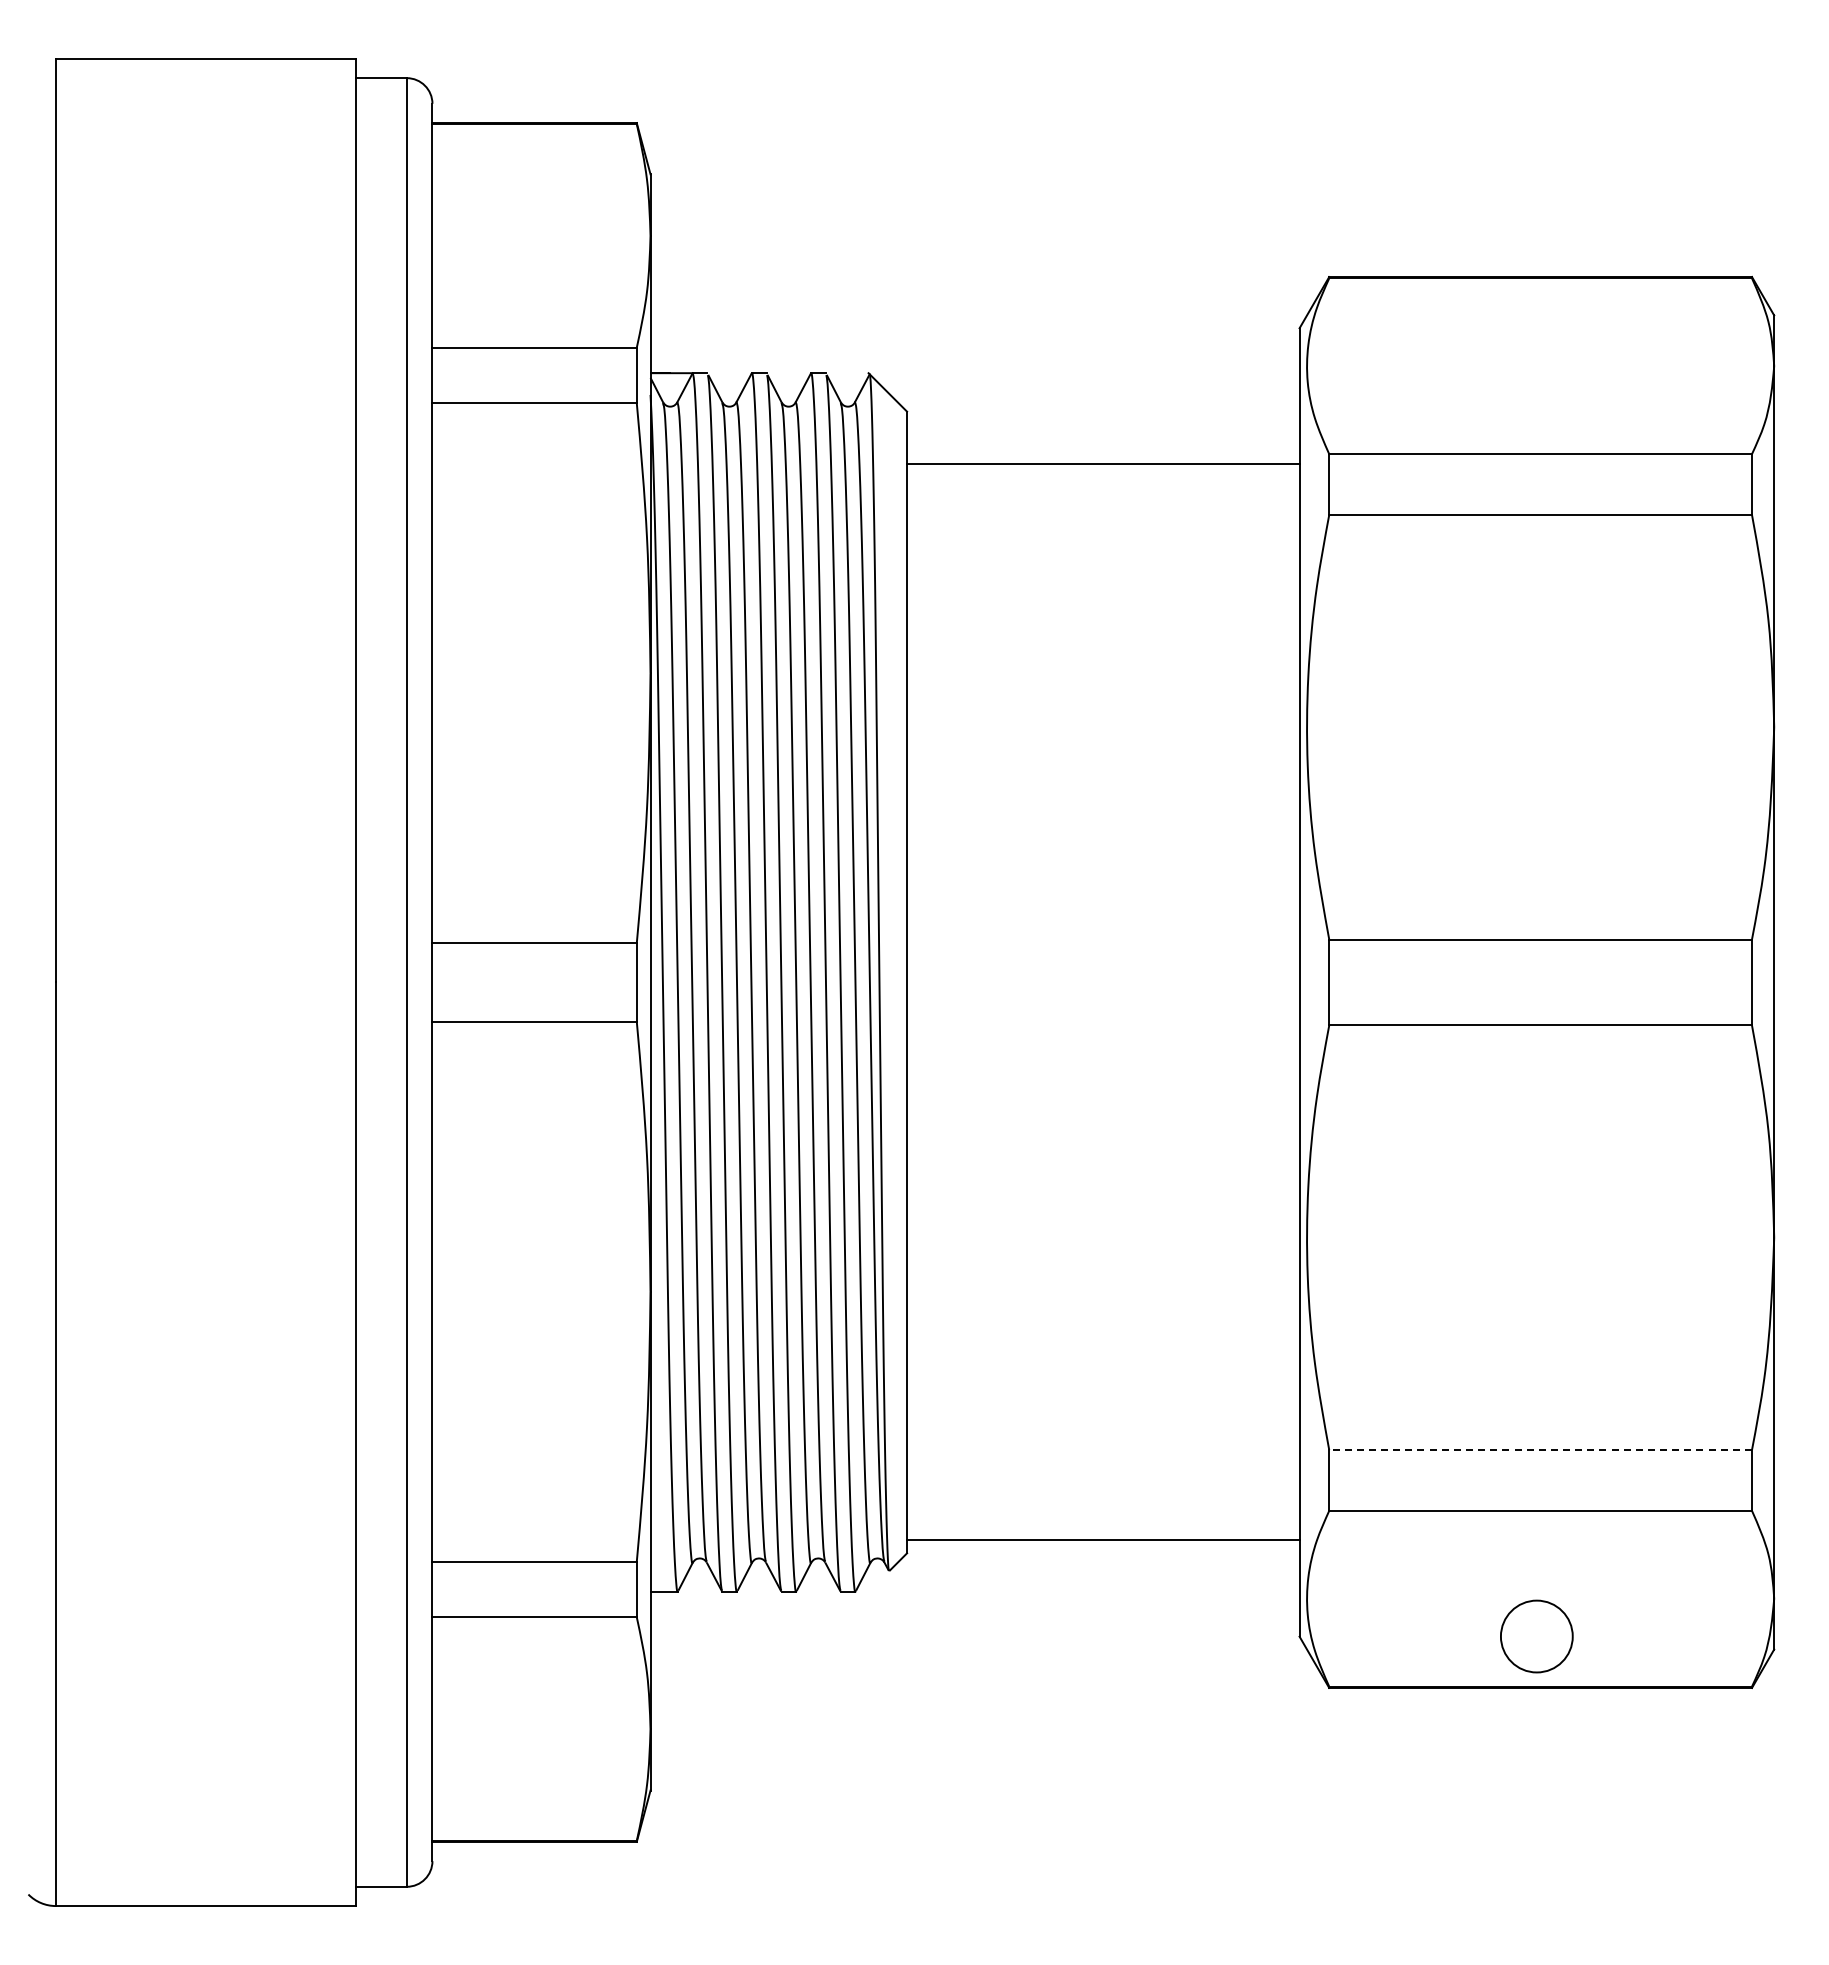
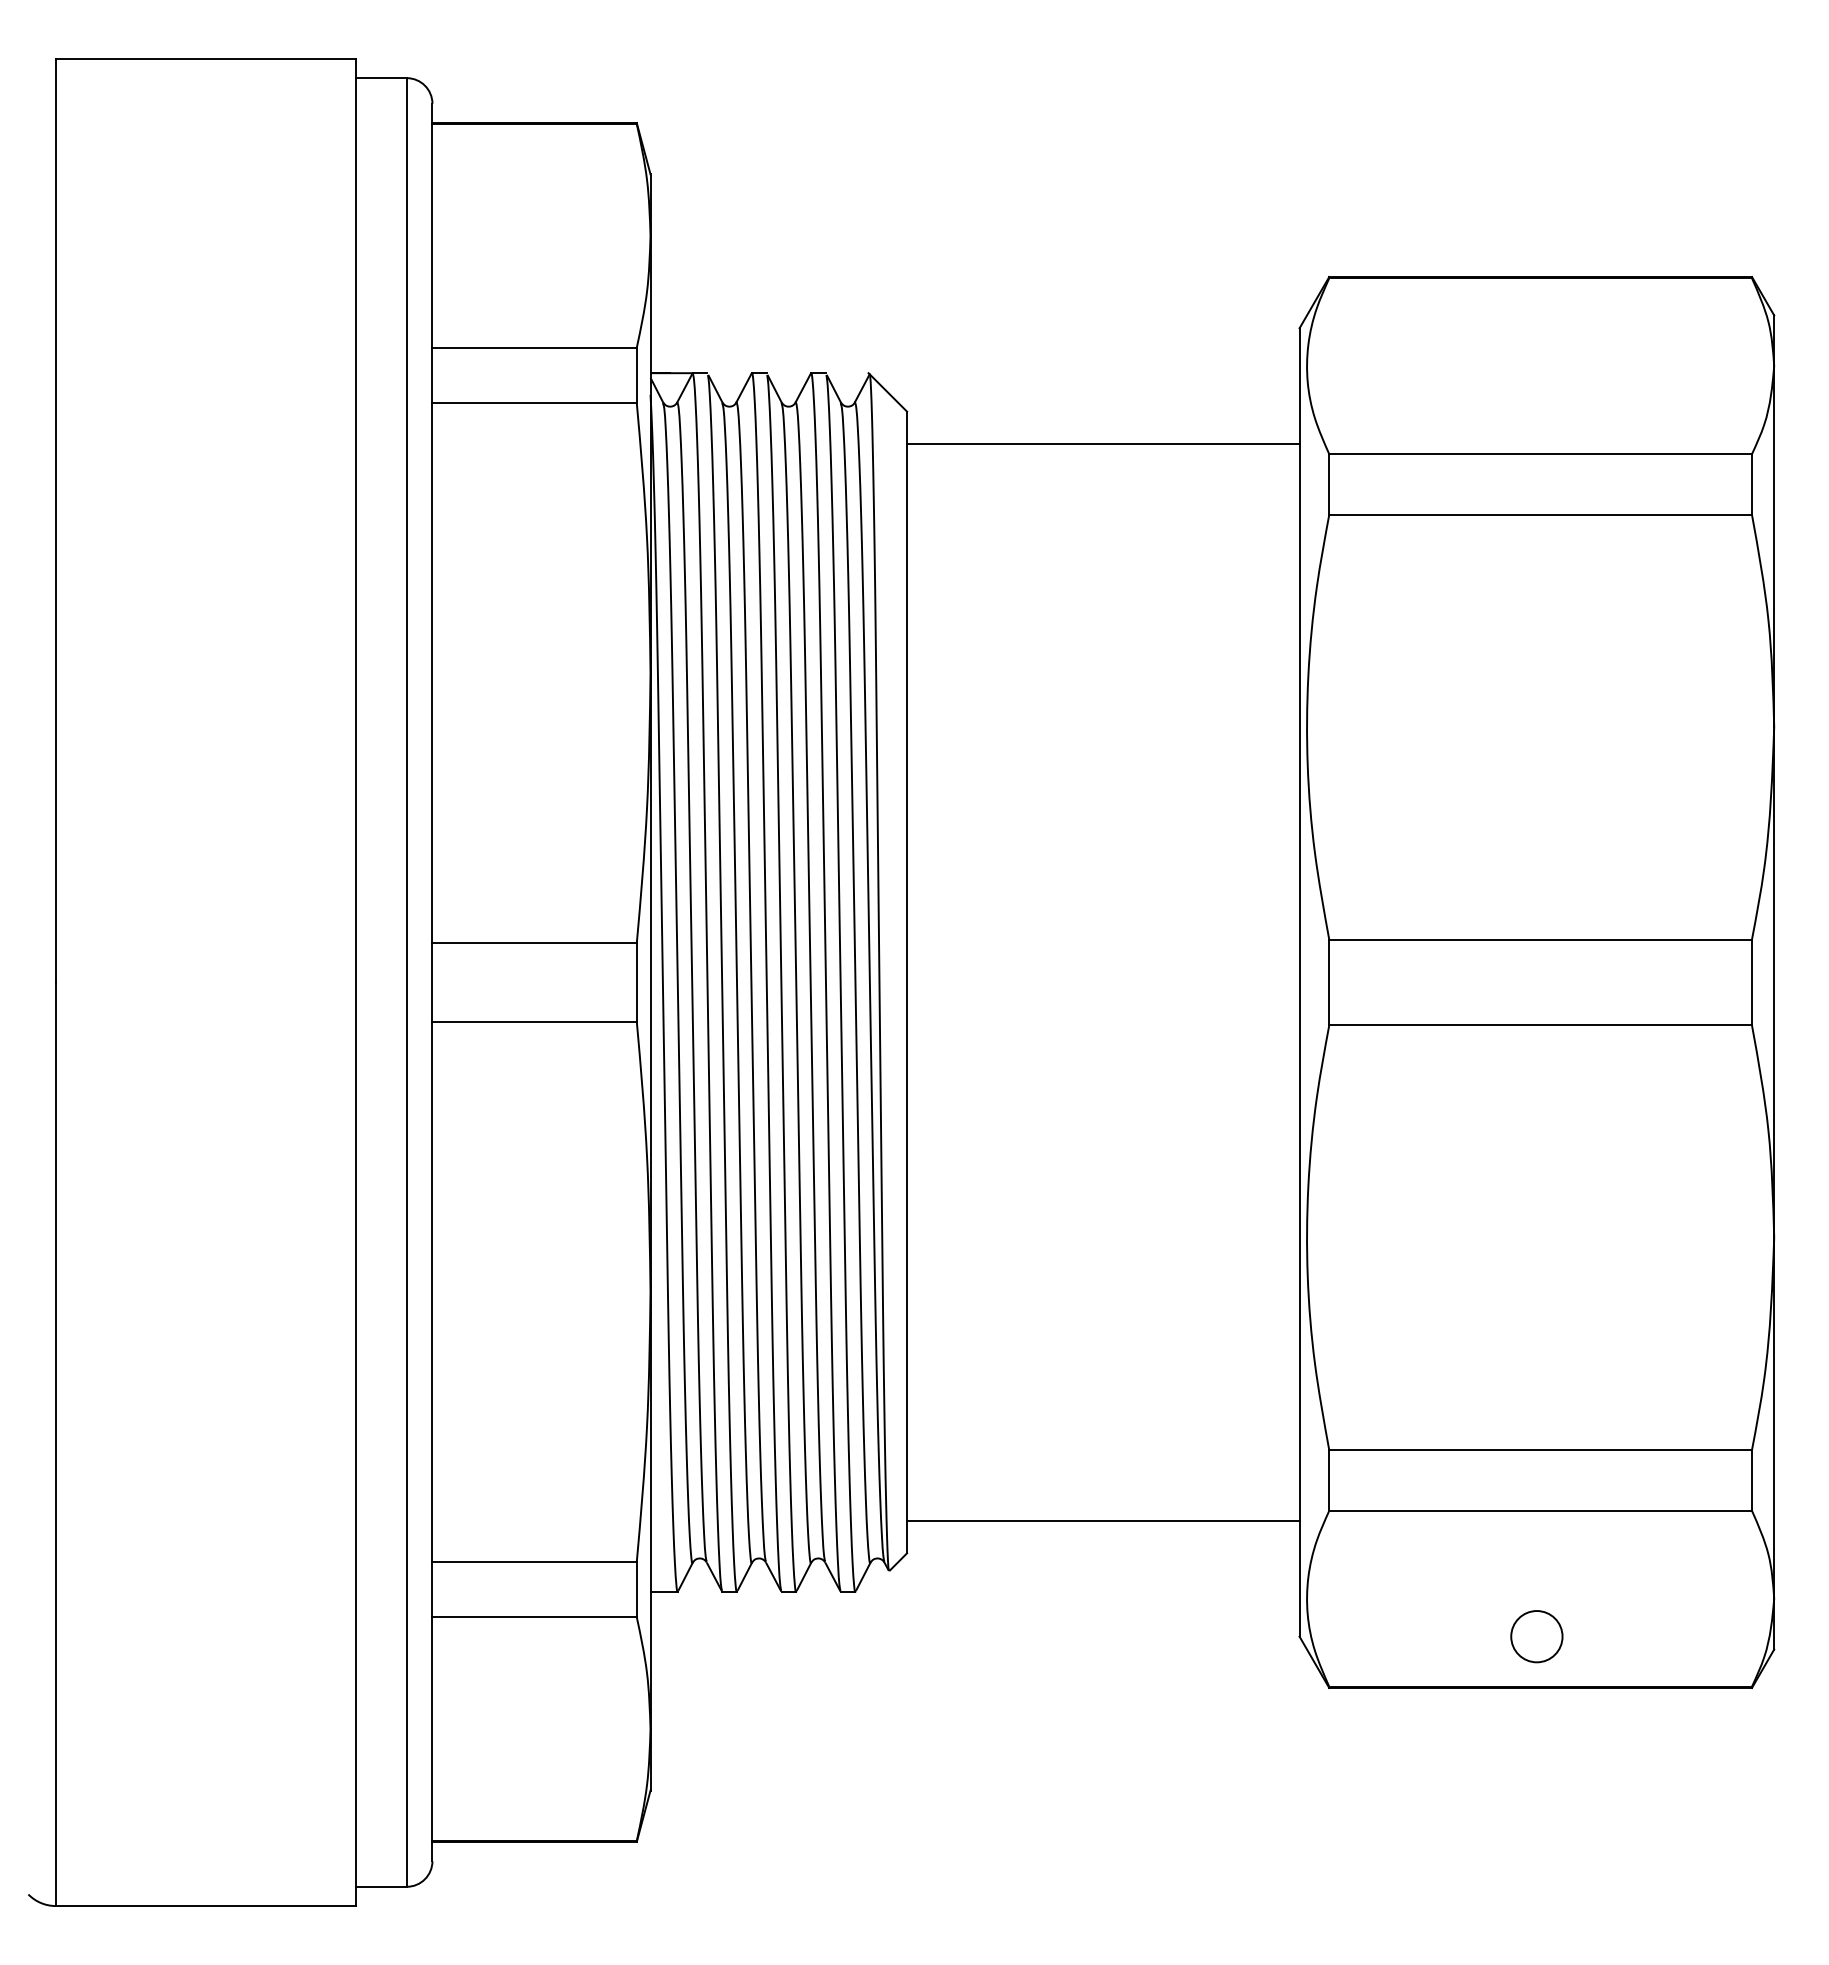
line at (1103, 463) position: (1103, 463) -> (1103, 443)
line at (1540, 1450): dashed -> solid
line at (1103, 1540) position: (1103, 1540) -> (1103, 1521)
circle at (1536, 1636) size: 74x75 px -> 54x54 px
